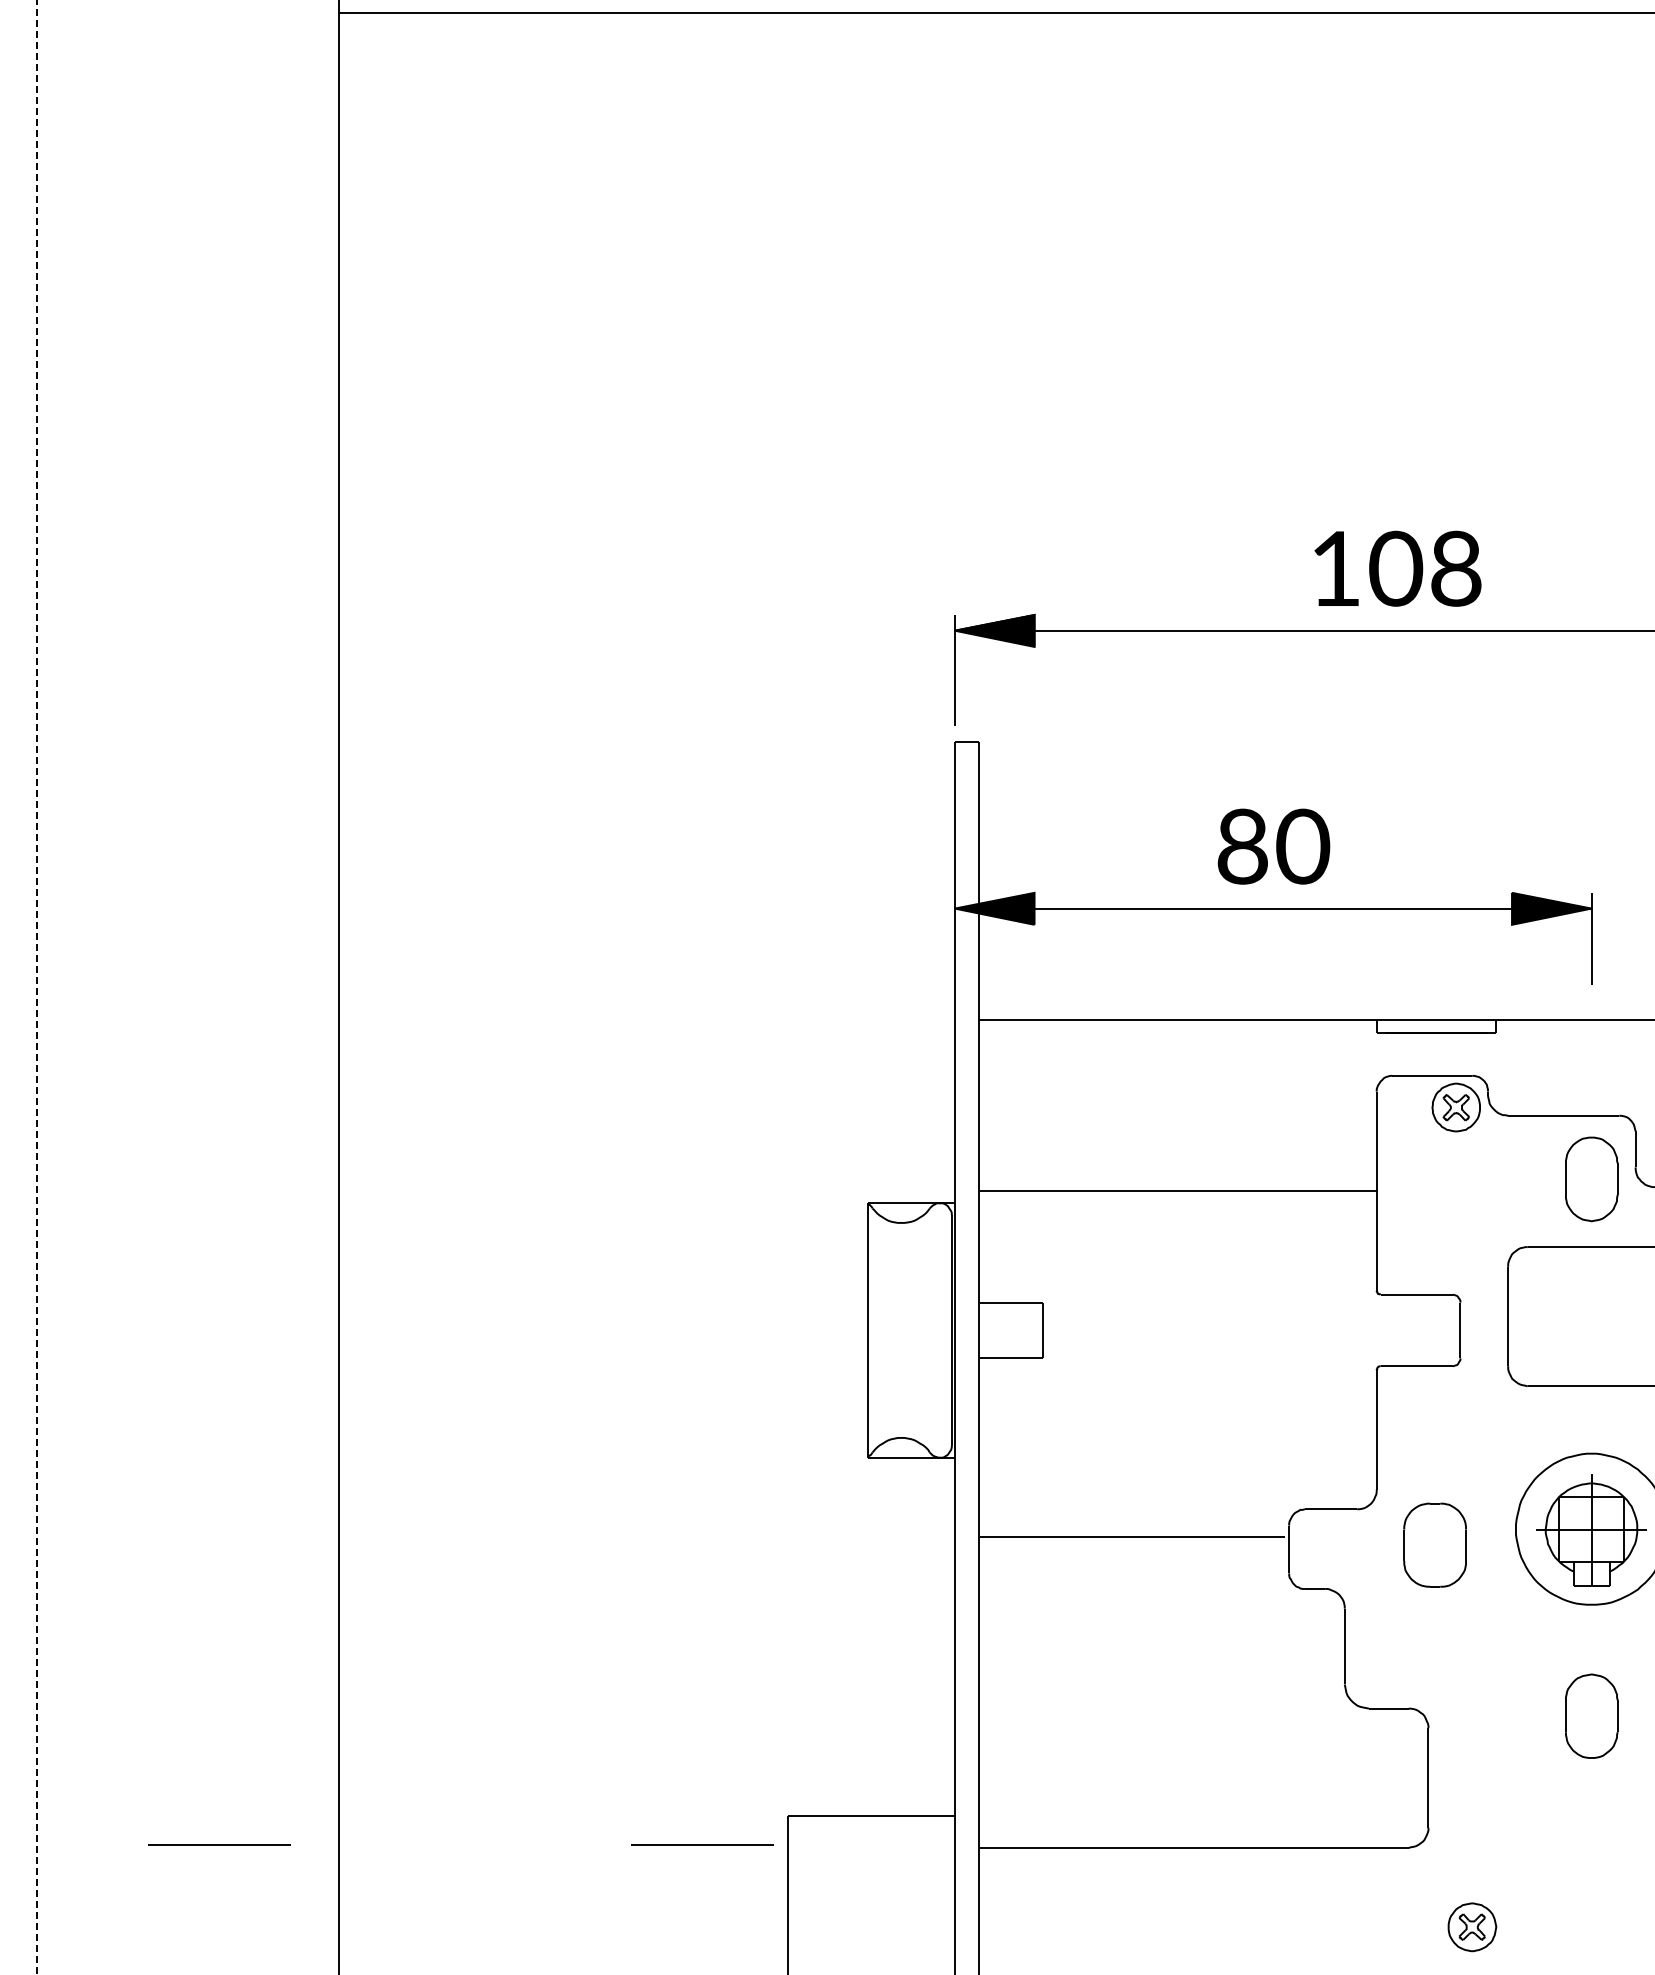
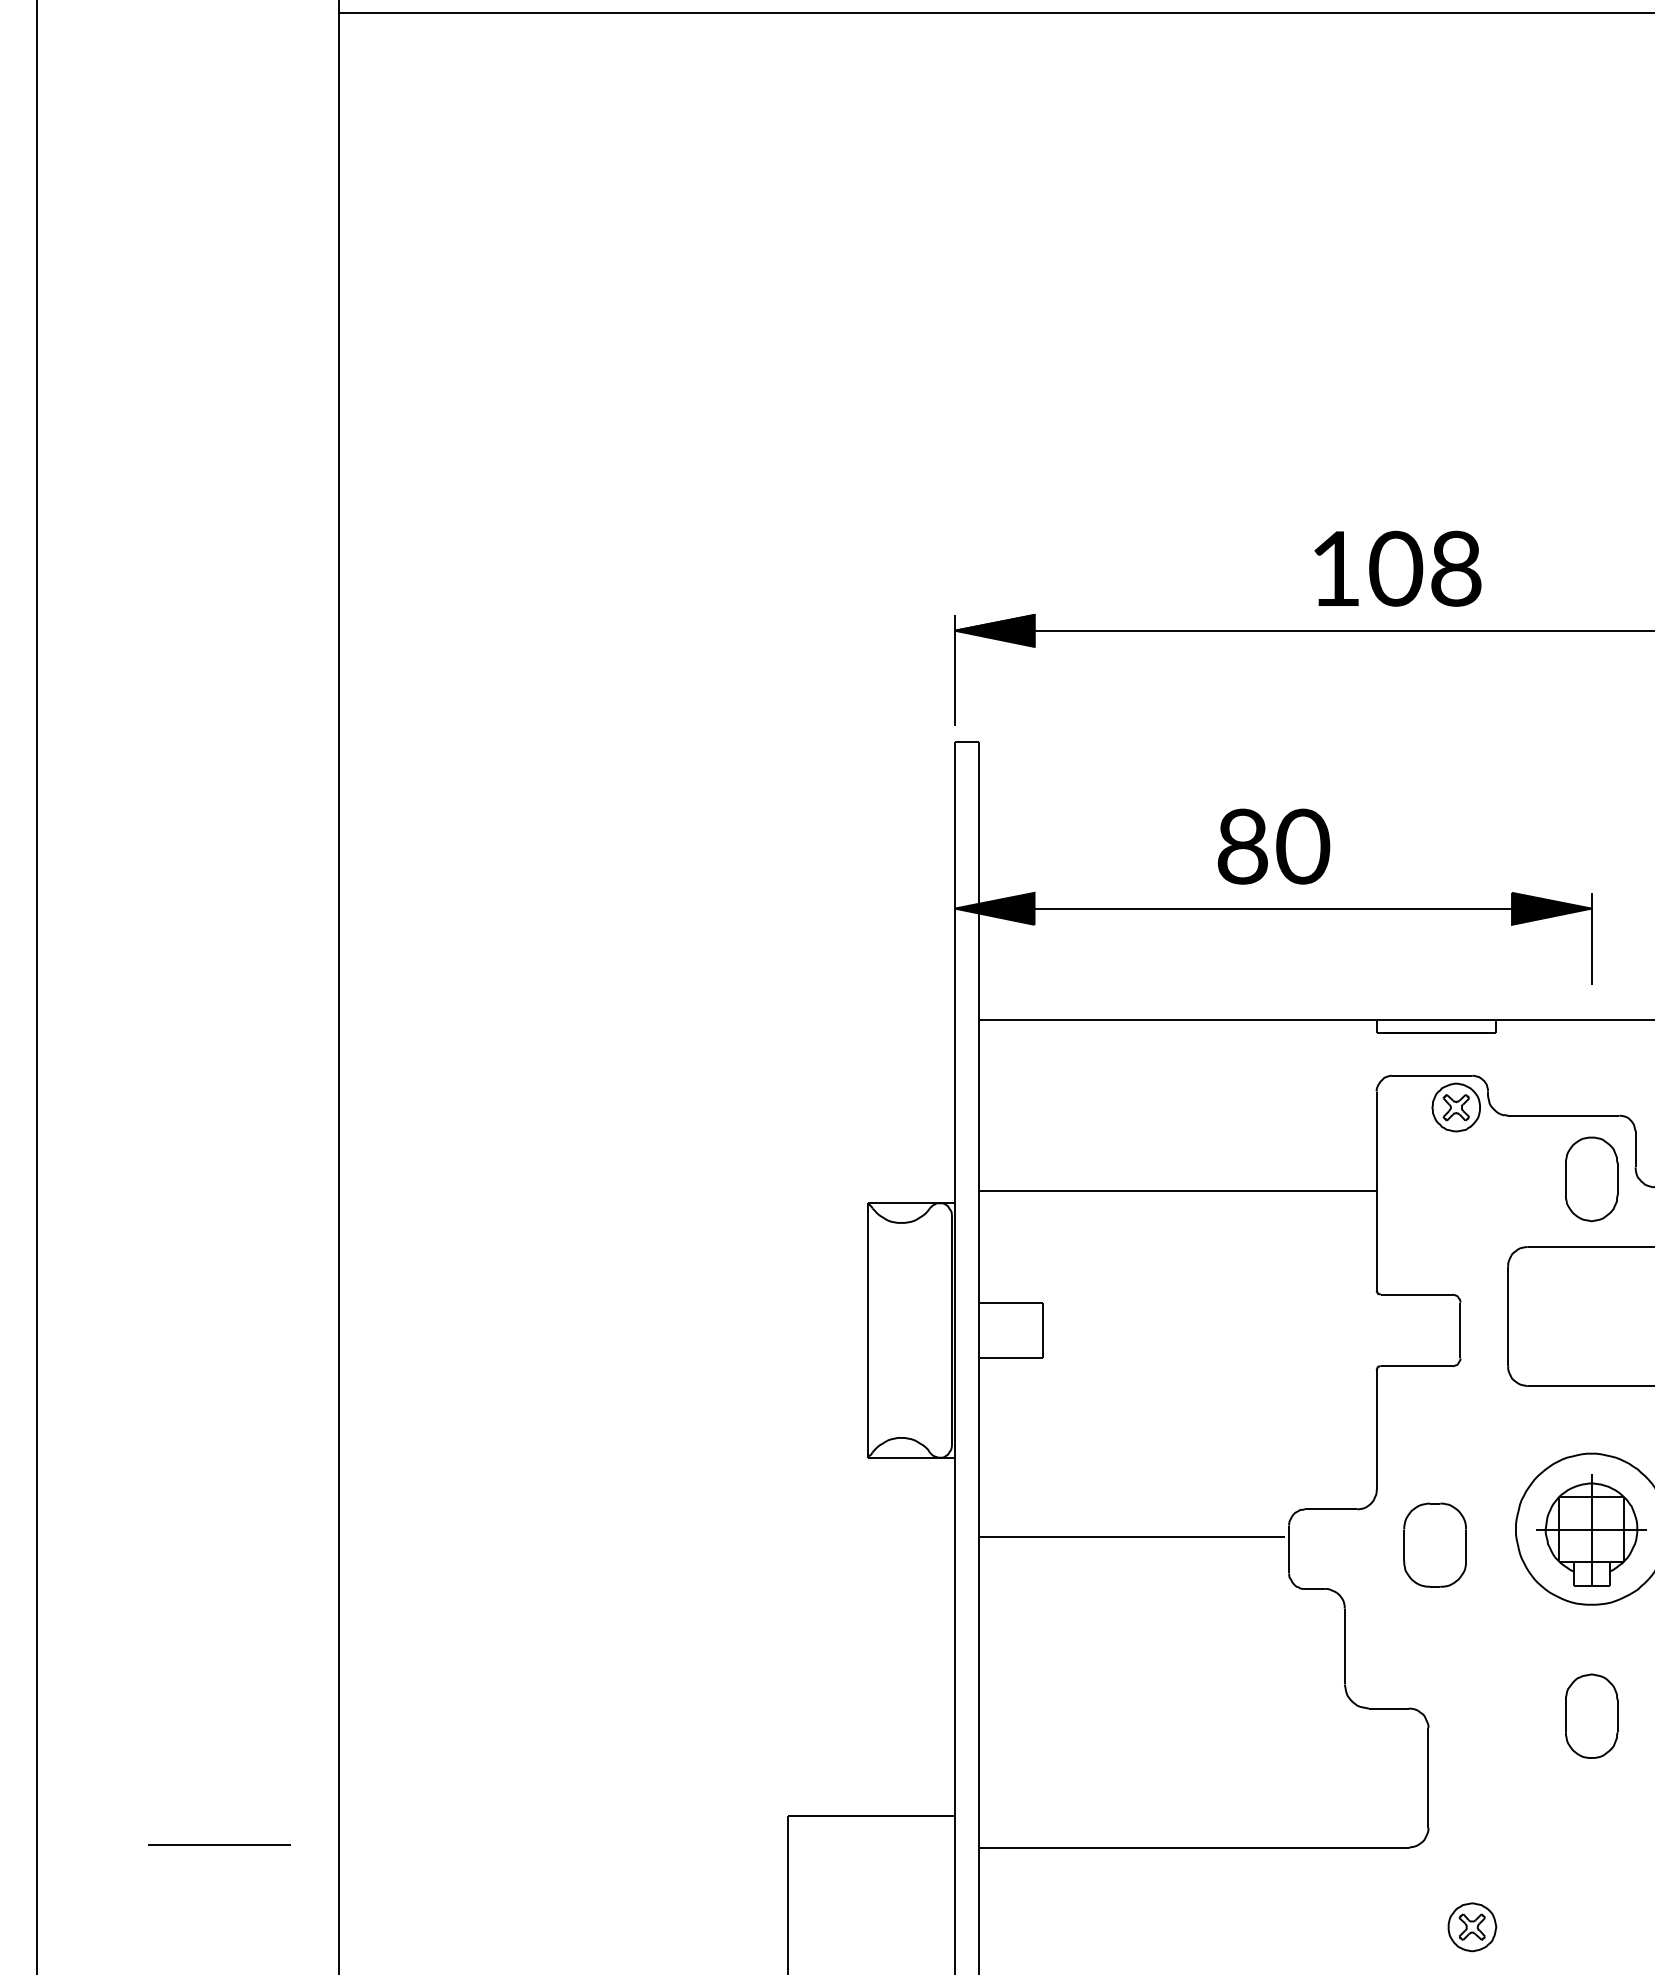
line at (37, 988): dashed -> solid
line at (702, 1844): present -> none
